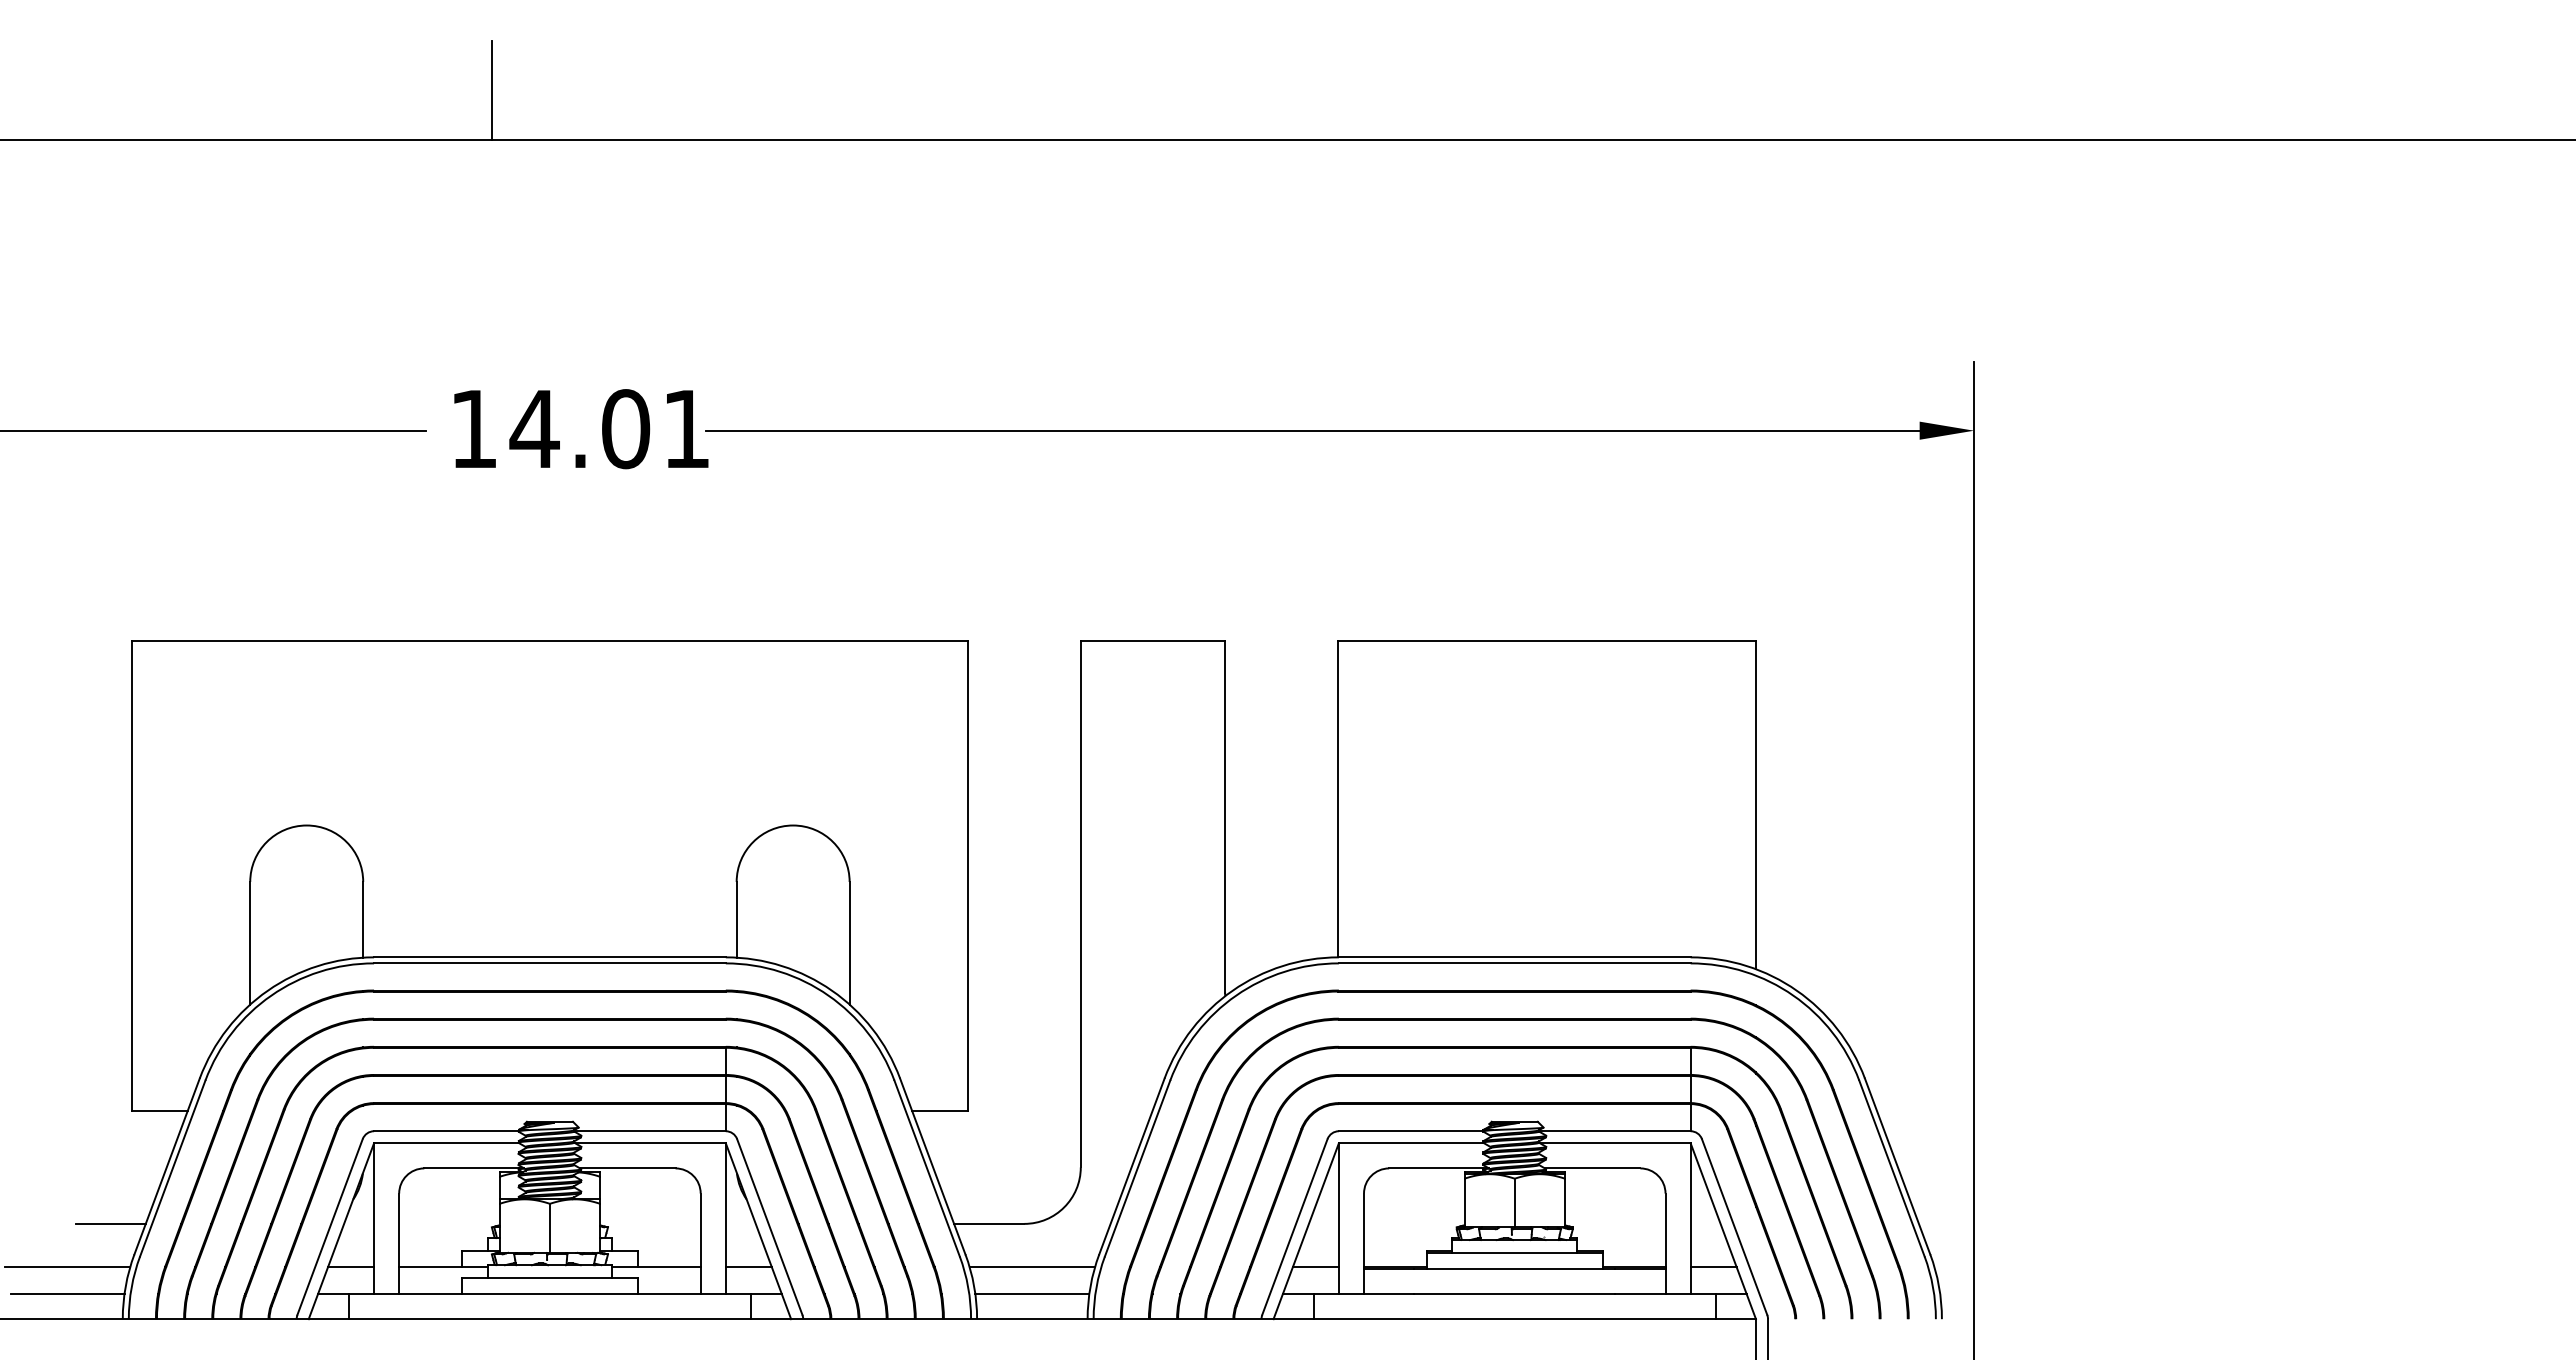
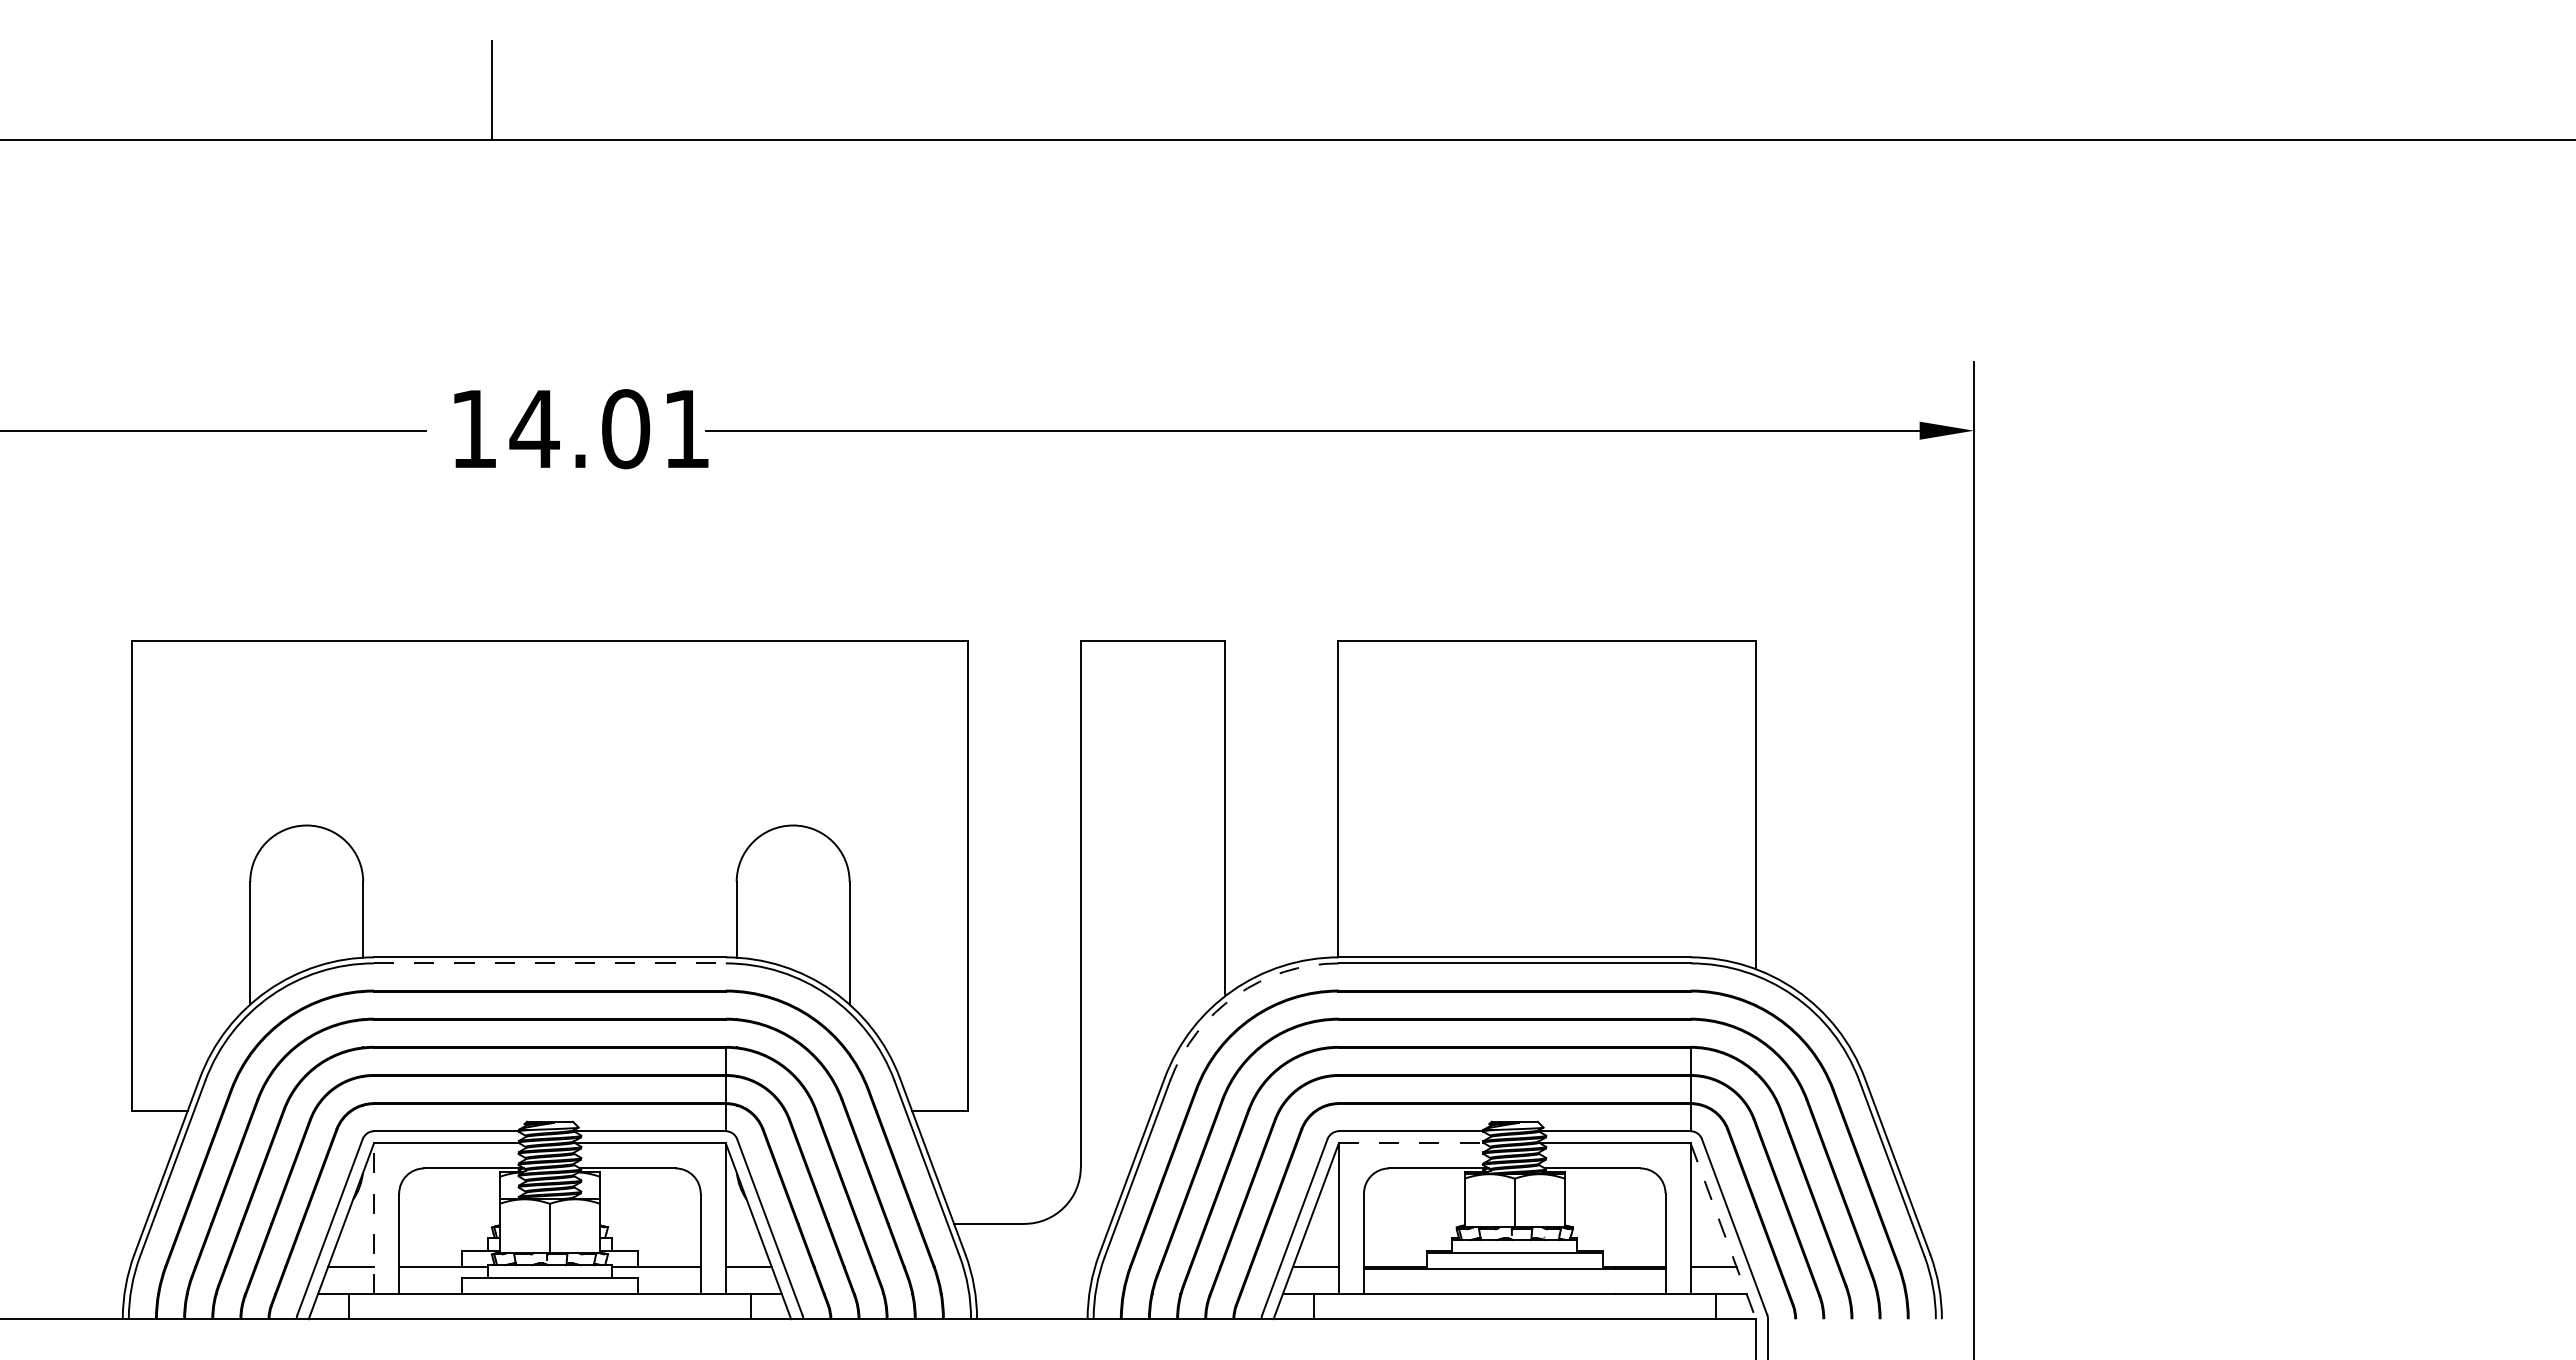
line at (549, 963): solid -> dashed
arc at (1236, 995): solid -> dashed
line at (1411, 1143): solid -> dashed
line at (374, 1218): solid -> dashed
line at (110, 1223): present -> none
line at (1723, 1231): solid -> dashed
line at (67, 1267): present -> none
line at (1032, 1267): present -> none
line at (67, 1294): present -> none
line at (1032, 1294): present -> none
